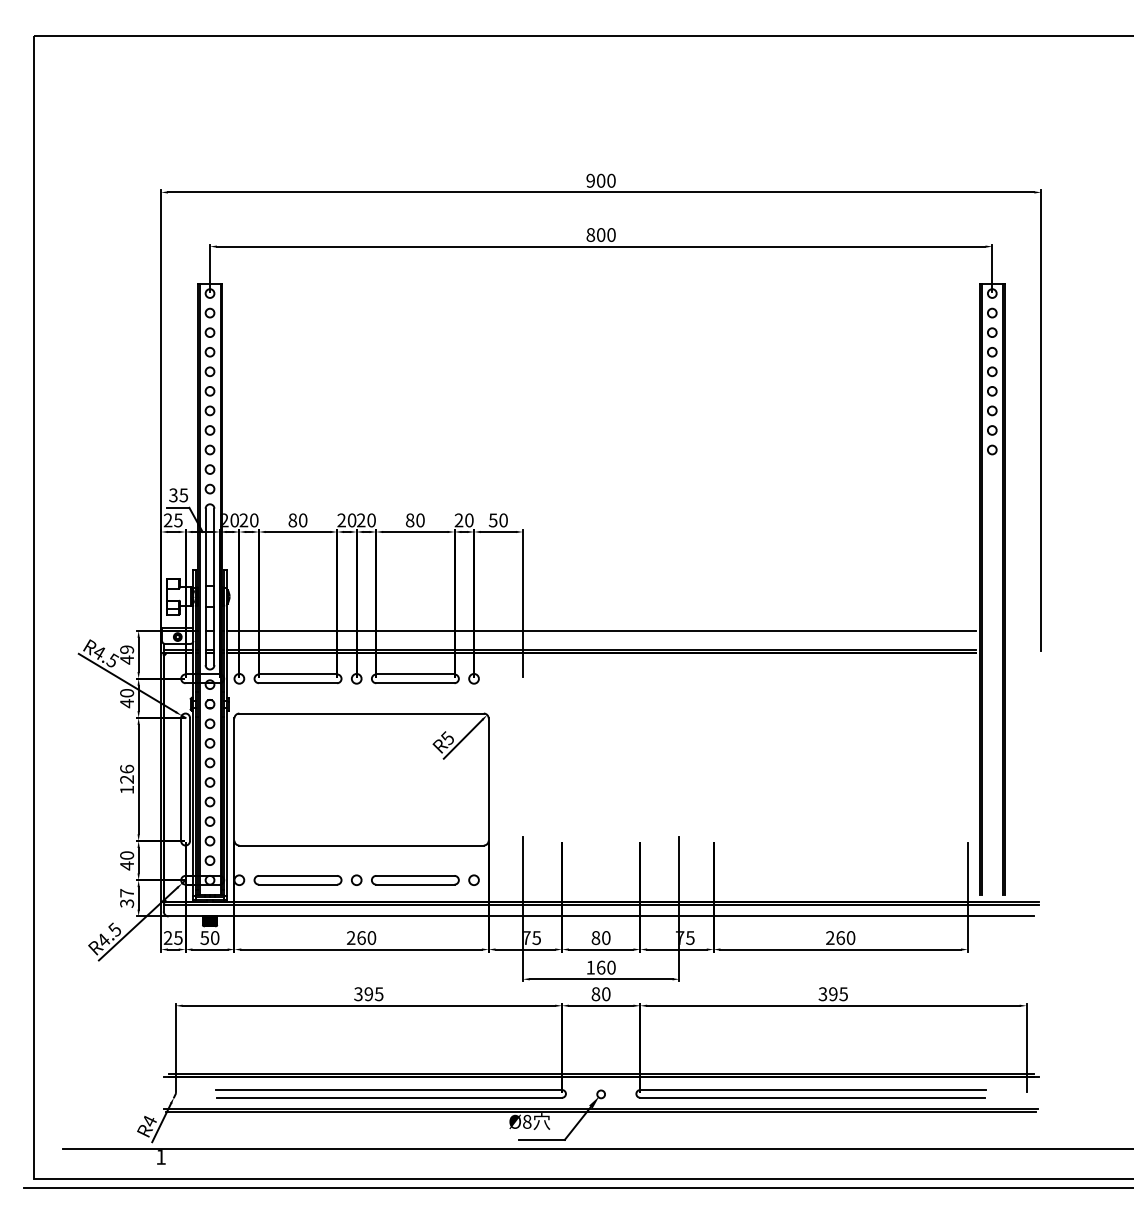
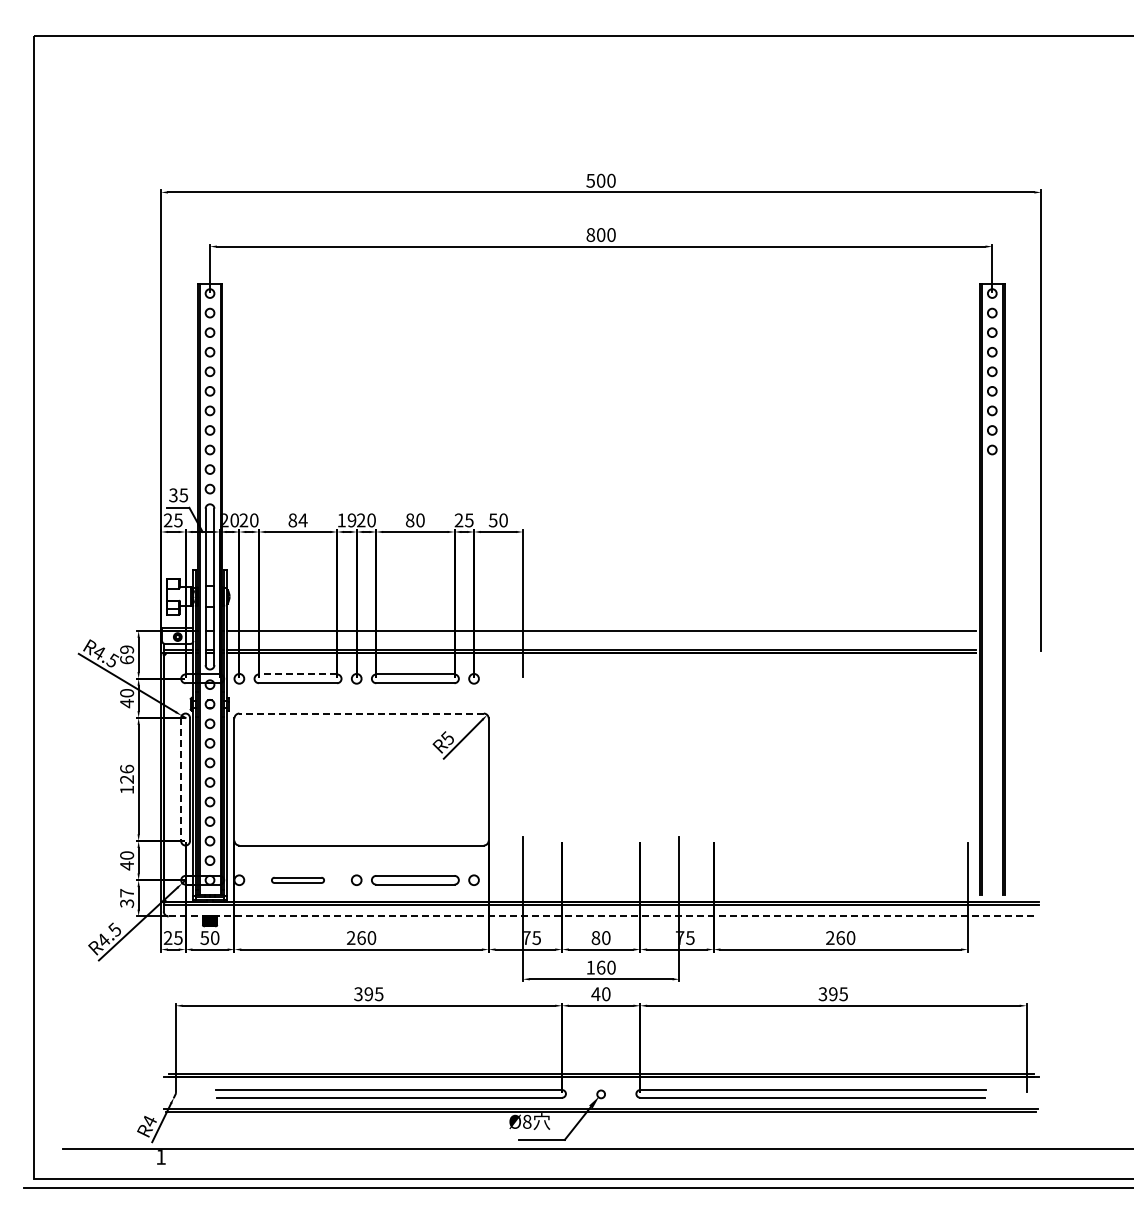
text at (590, 180): 900 -> 500
text at (302, 520): 80 -> 84
text at (346, 520): 20 -> 19
text at (469, 520): 20 -> 25
text at (127, 659): 49 -> 69
line at (297, 674): solid -> dashed
line at (361, 713): solid -> dashed
line at (181, 779): solid -> dashed
part at (297, 880) size: 90x11 px -> 54x7 px
line at (601, 916): solid -> dashed
text at (595, 994): 80 -> 40
